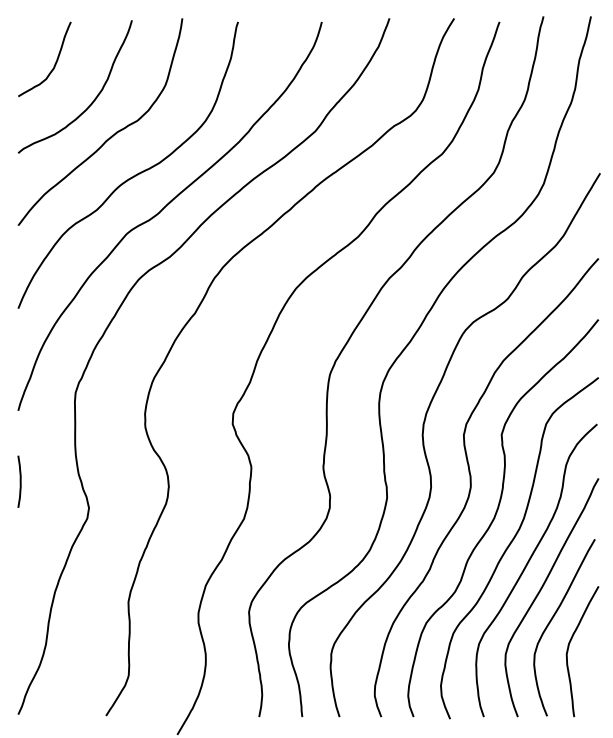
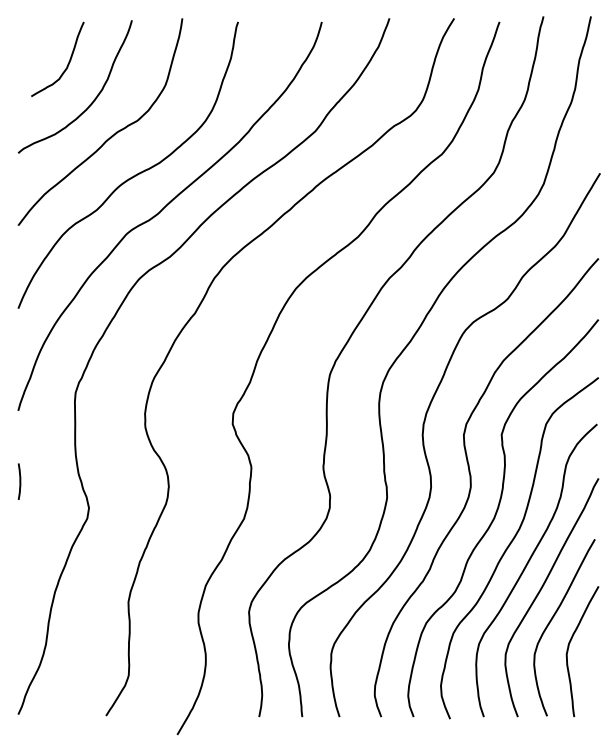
curve at (54, 63) position: (54, 63) -> (67, 63)
part at (19, 481) size: 5x53 px -> 5x37 px
